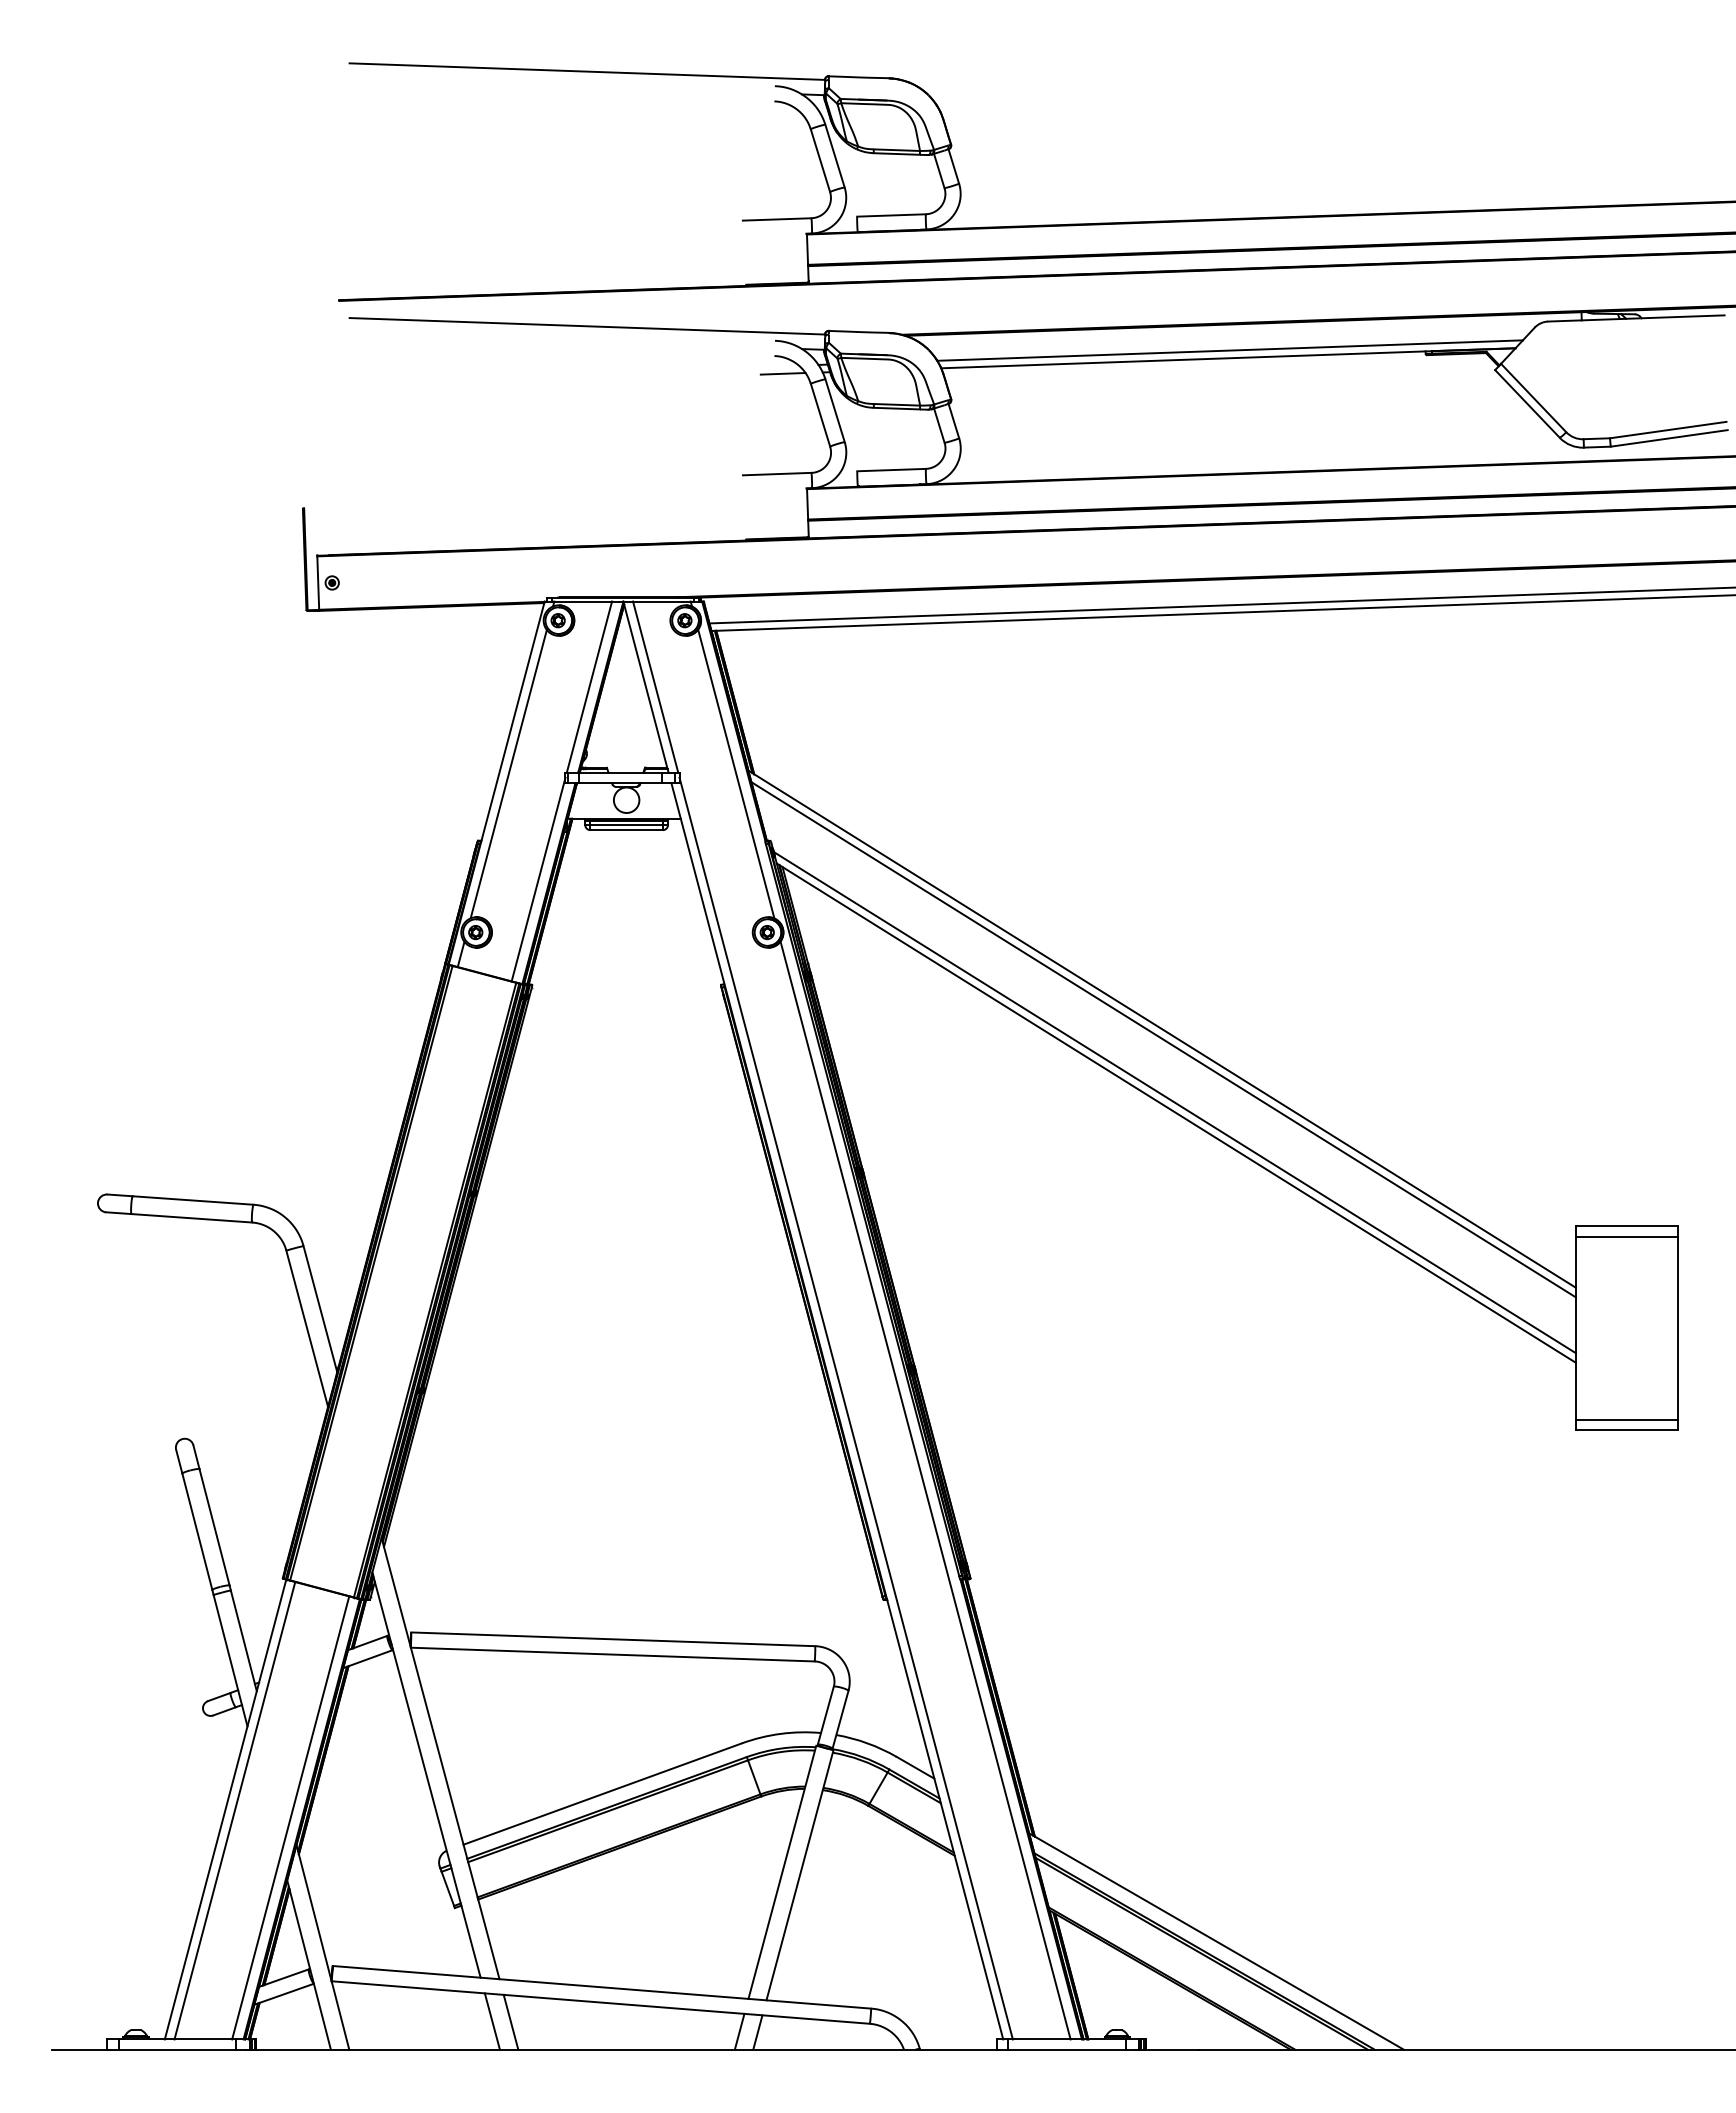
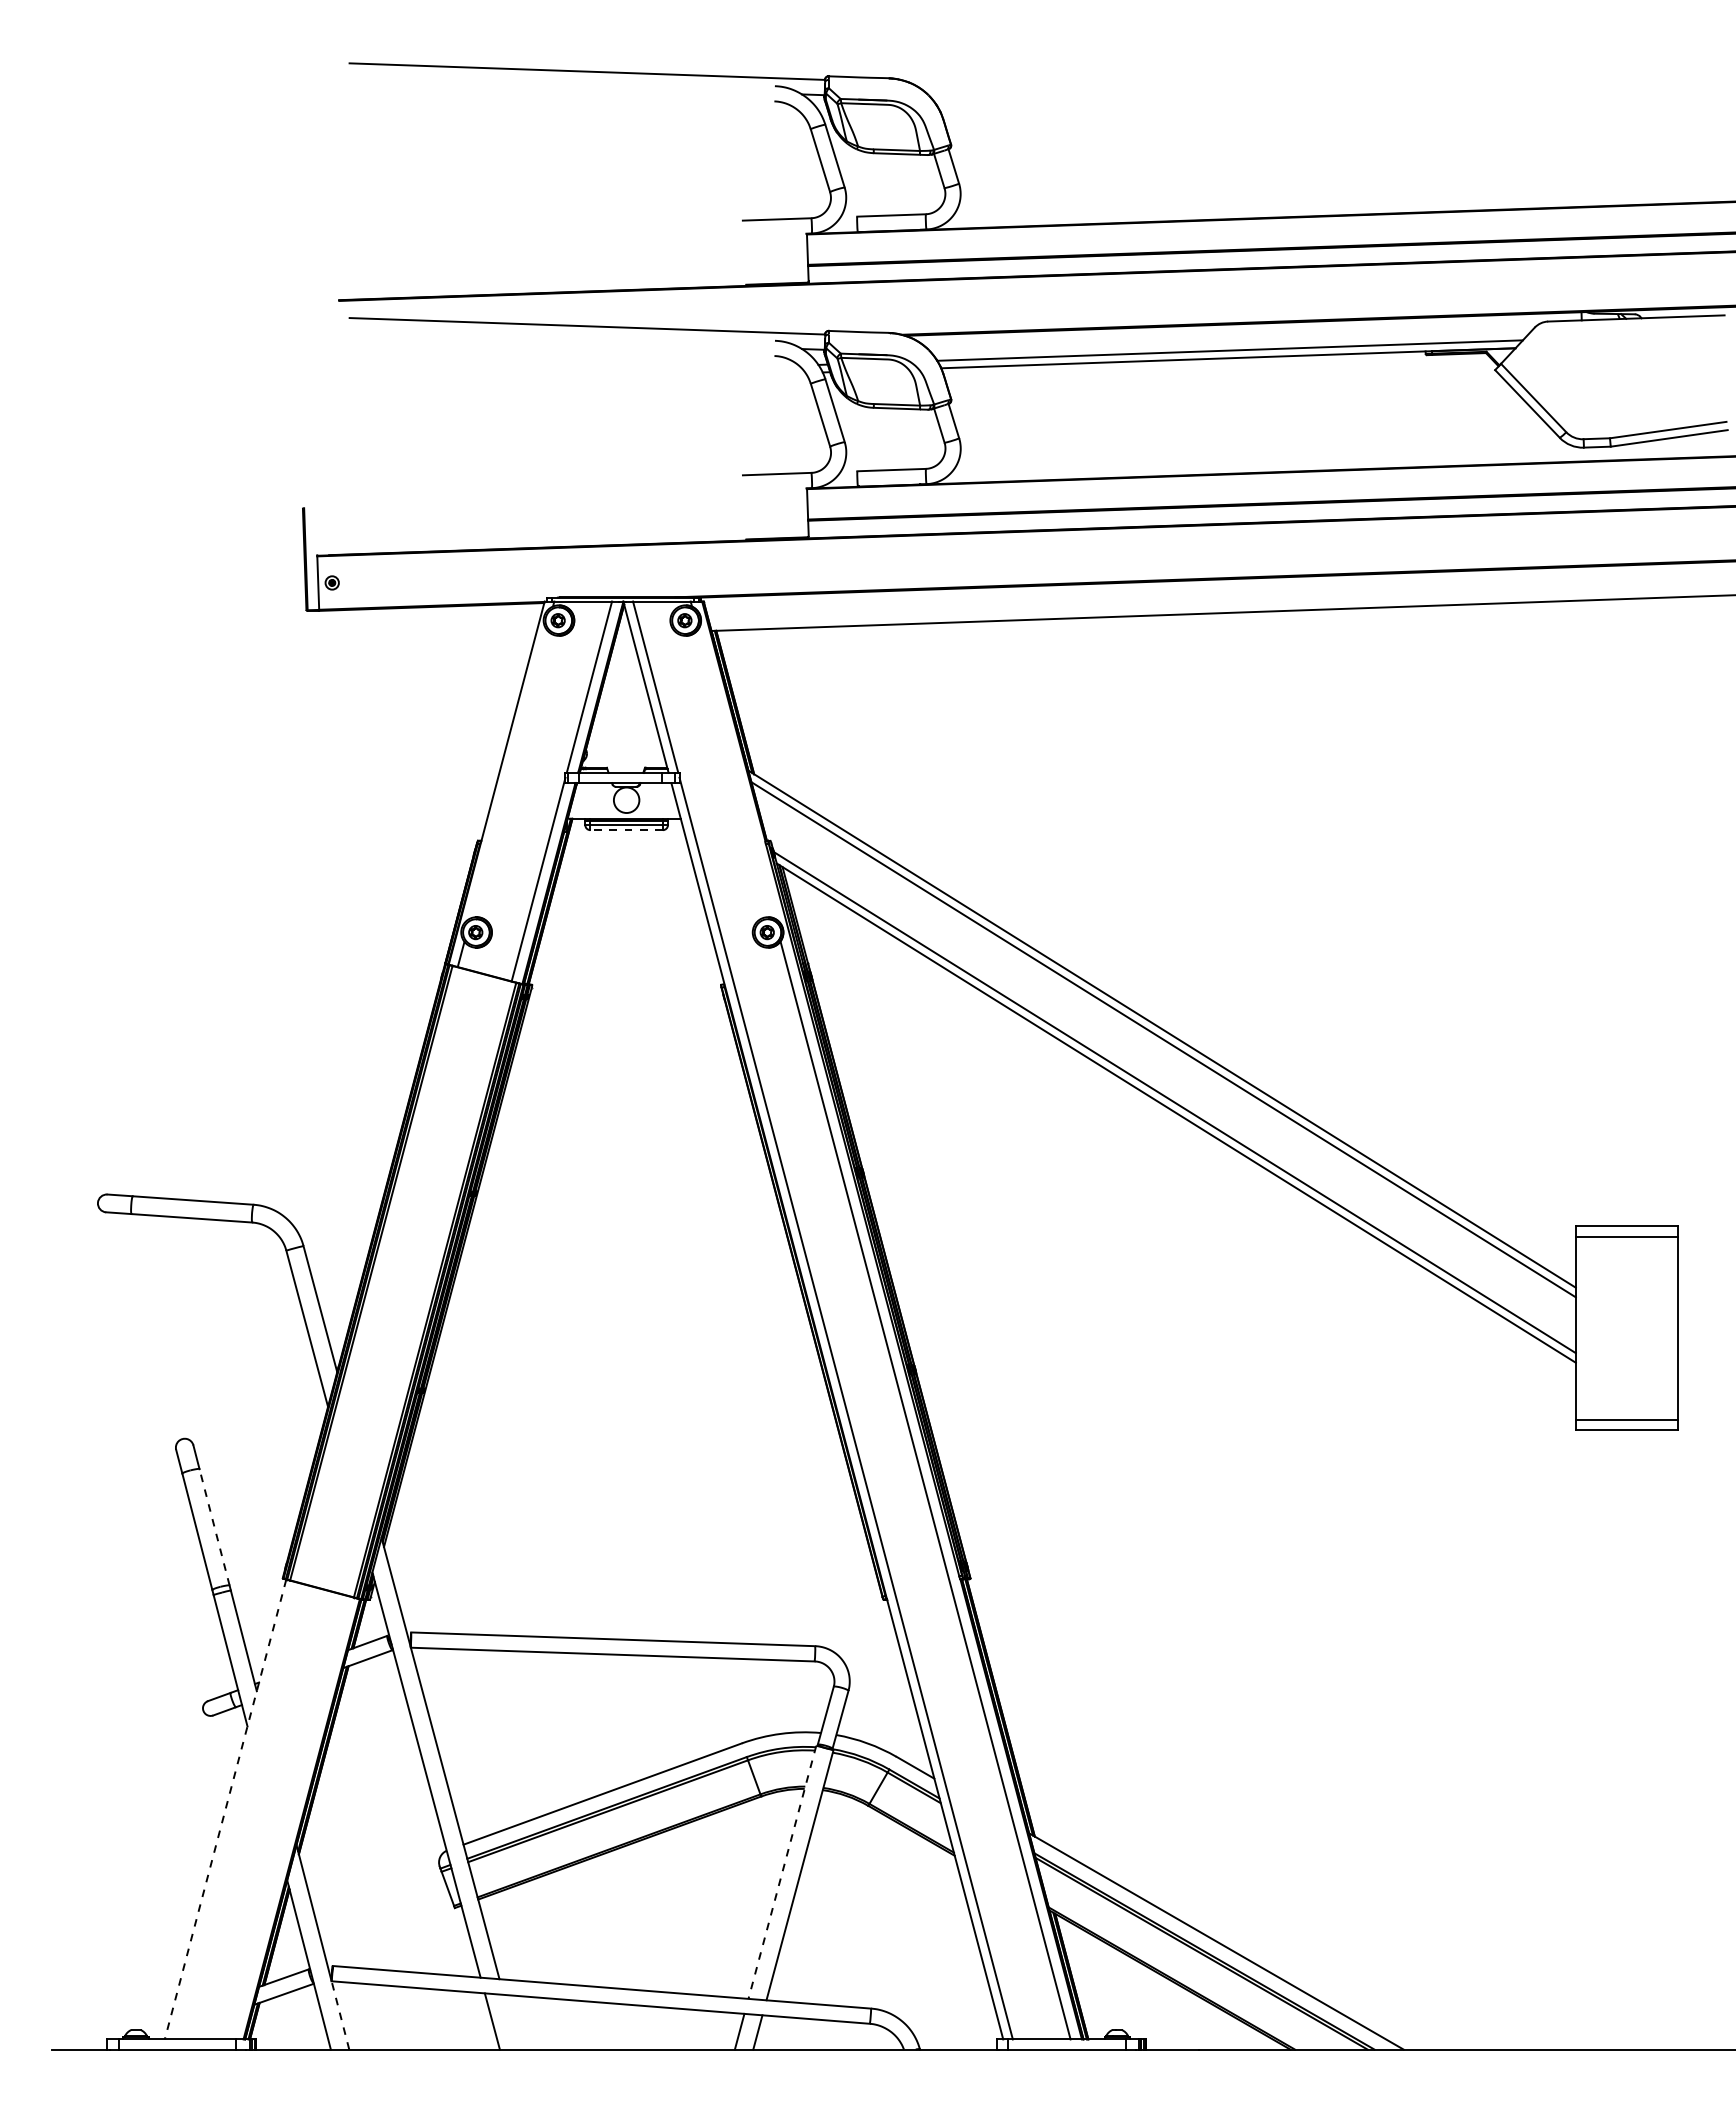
line at (782, 373): present -> none
line at (1220, 605): present -> none
line at (736, 773): present -> none
line at (508, 774): present -> none
line at (626, 830): solid -> dashed
line at (214, 1526): solid -> dashed
line at (225, 1809): solid -> dashed
line at (234, 1810): present -> none
line at (290, 1817): present -> none
line at (782, 1872): solid -> dashed
line at (340, 2014): solid -> dashed
line at (510, 2021): present -> none
